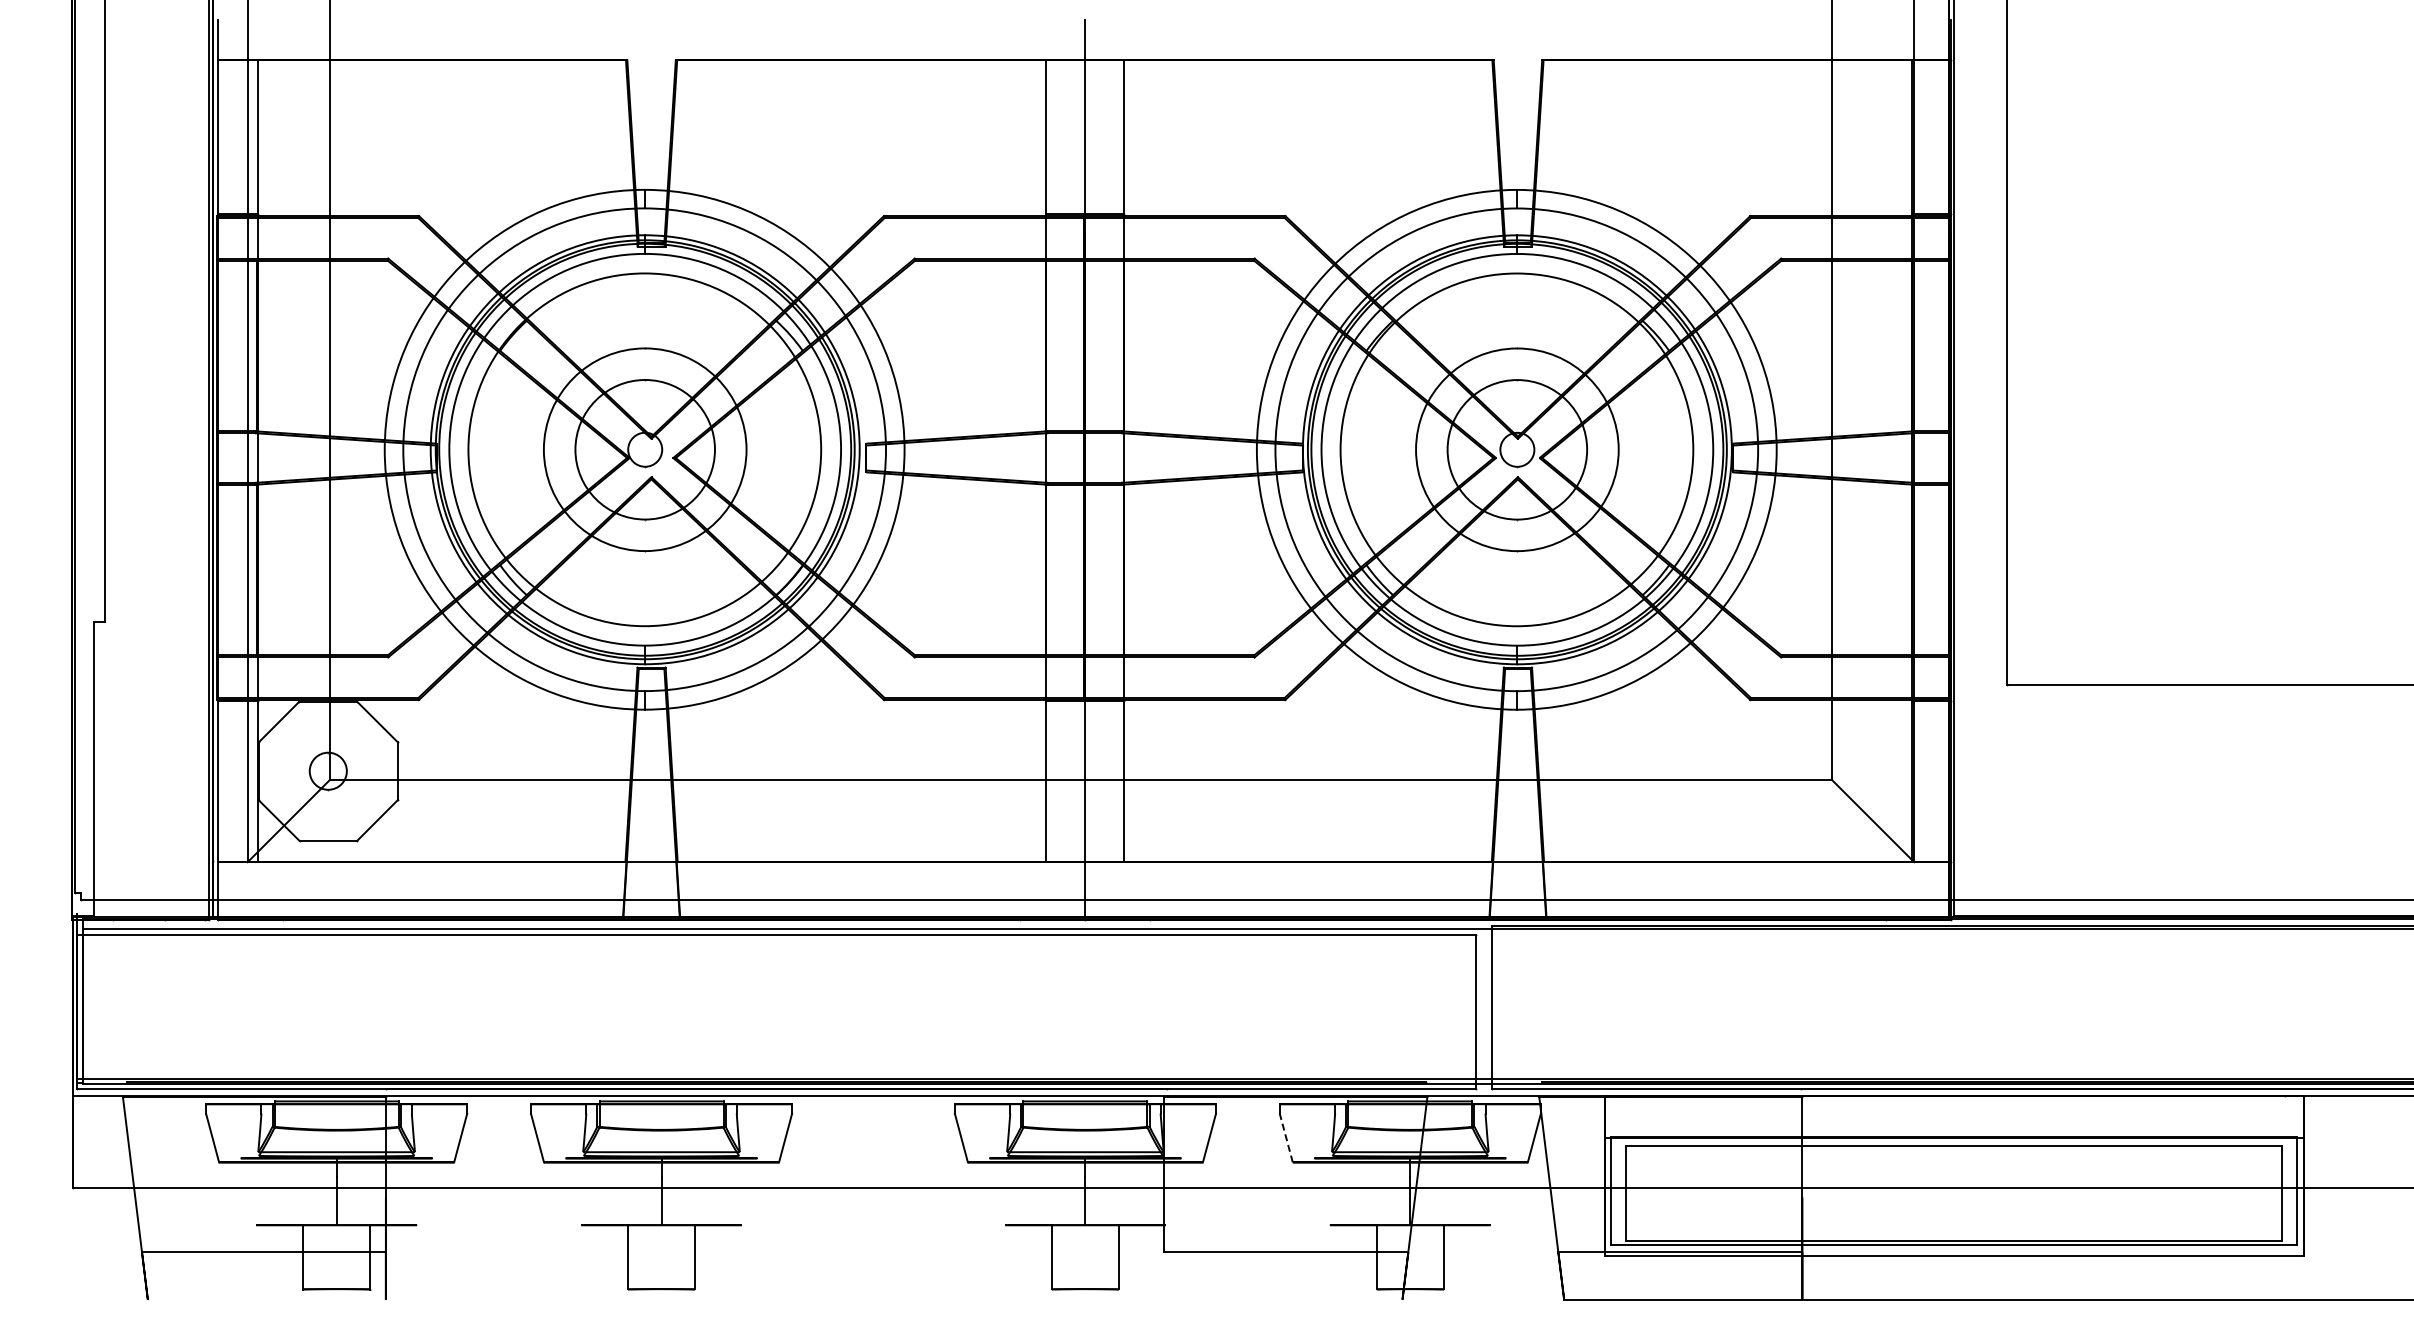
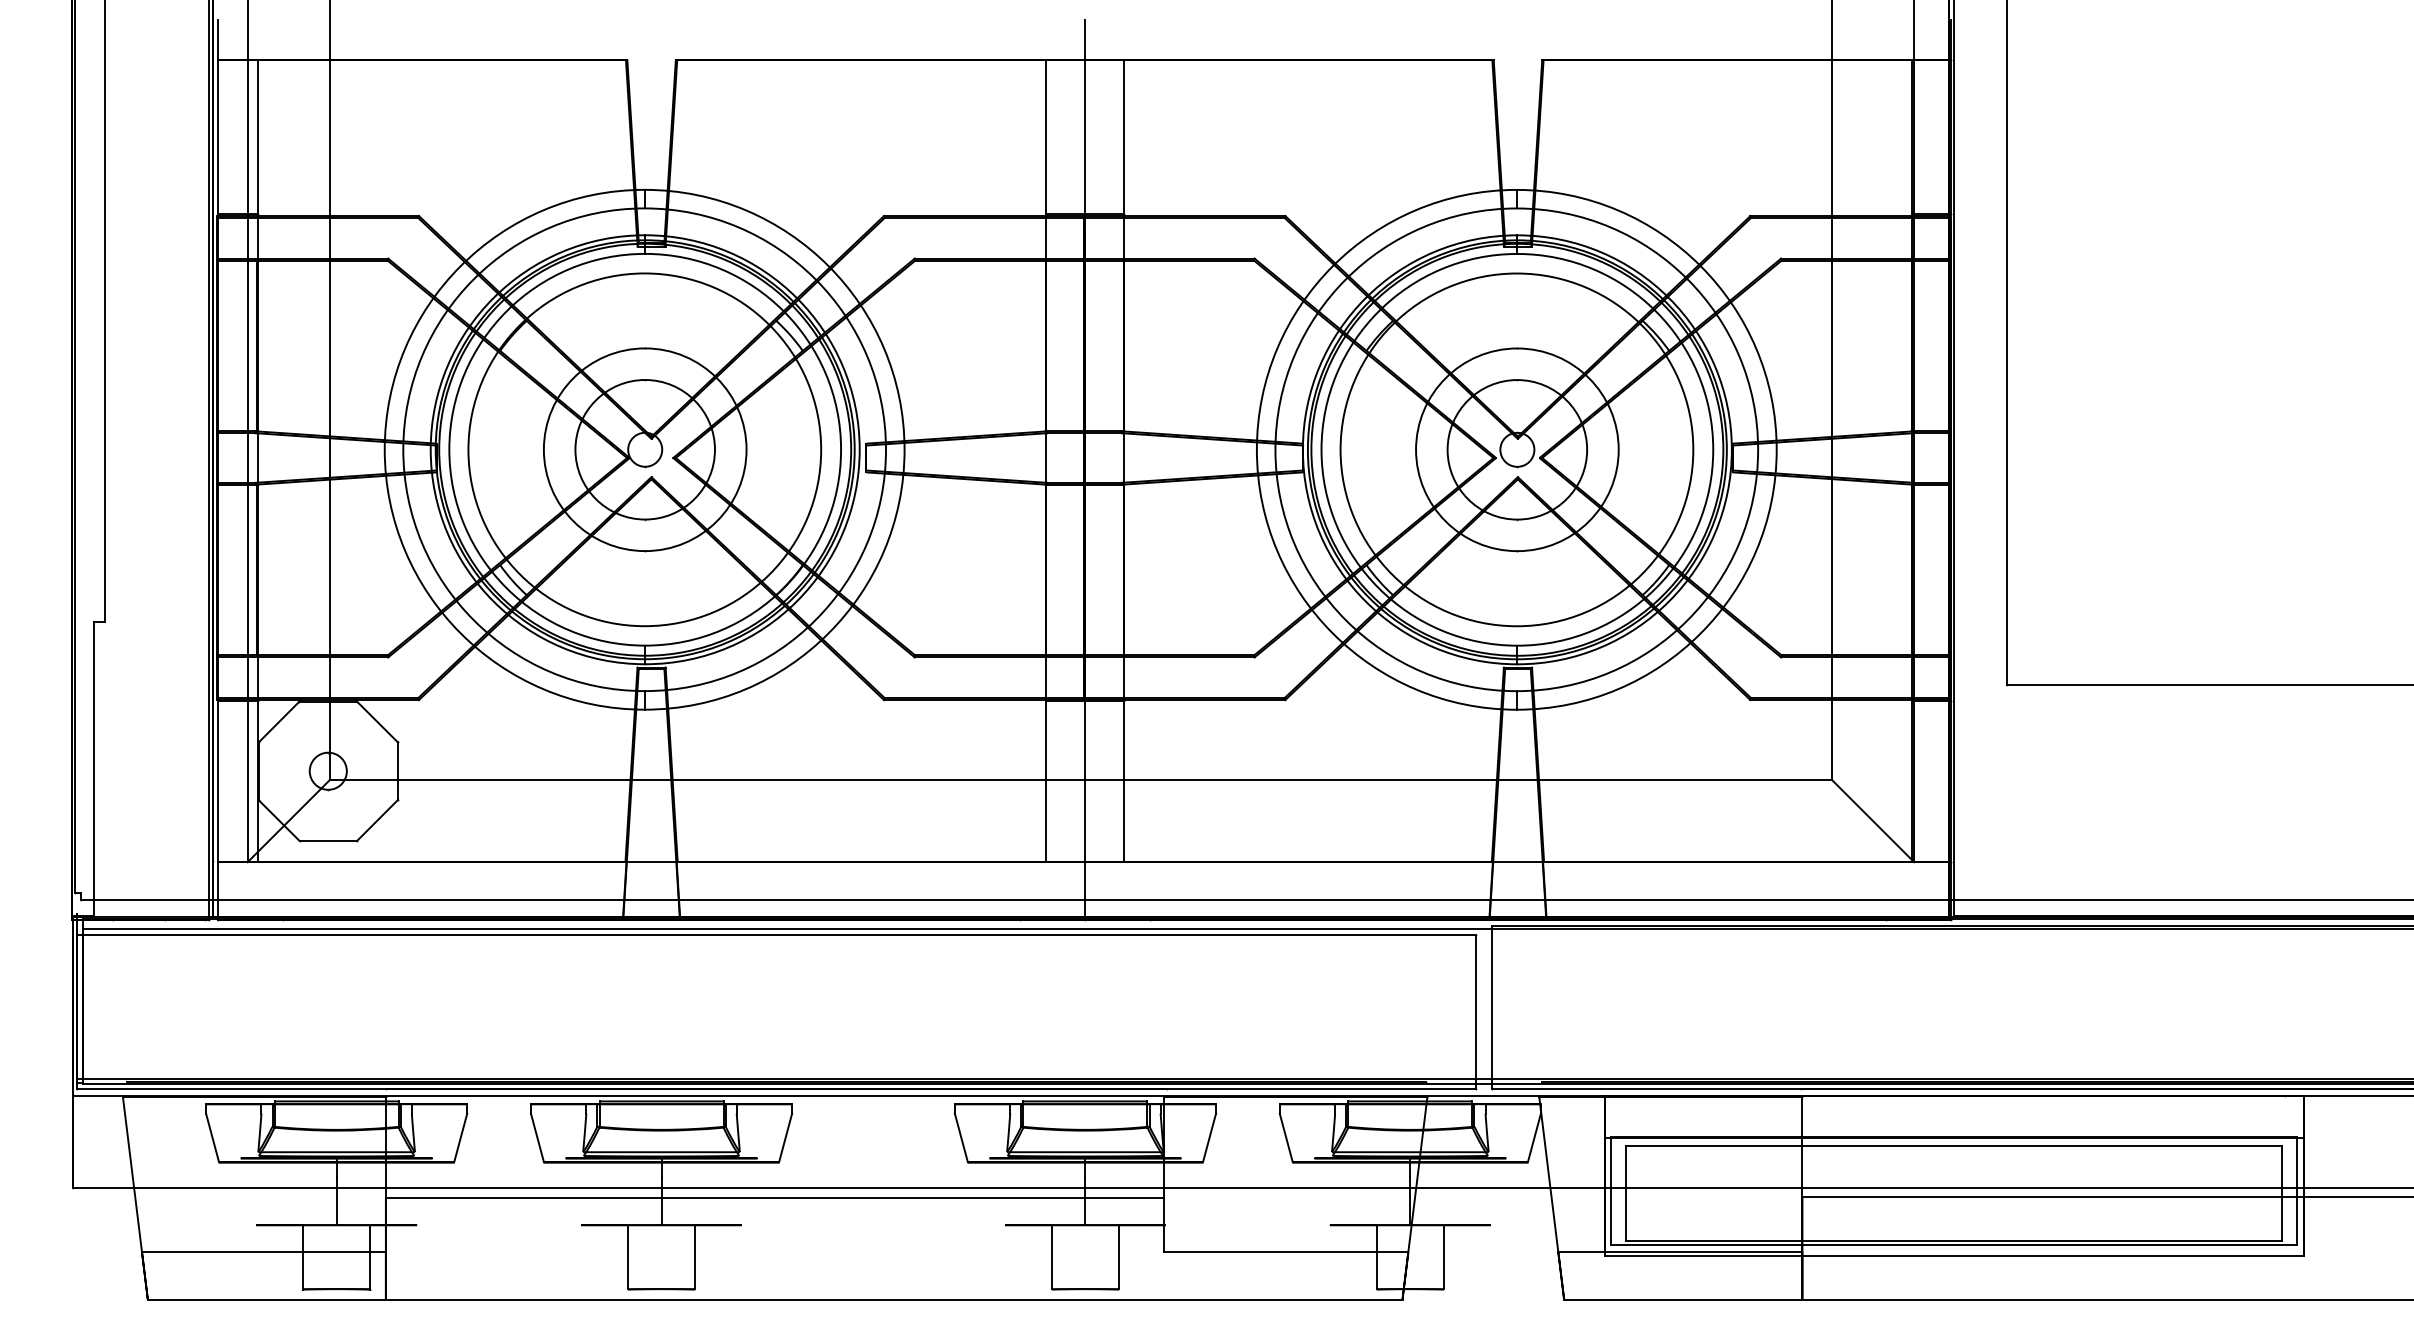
line at (1286, 1137): dashed -> solid
line at (774, 1197): none -> present
line at (2106, 1197): none -> present
line at (774, 1299): none -> present
